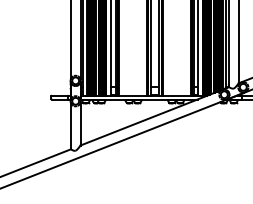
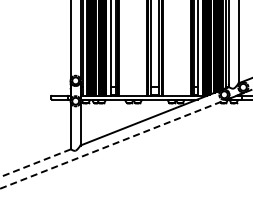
line at (126, 139): solid -> dashed
line at (35, 163): solid -> dashed
